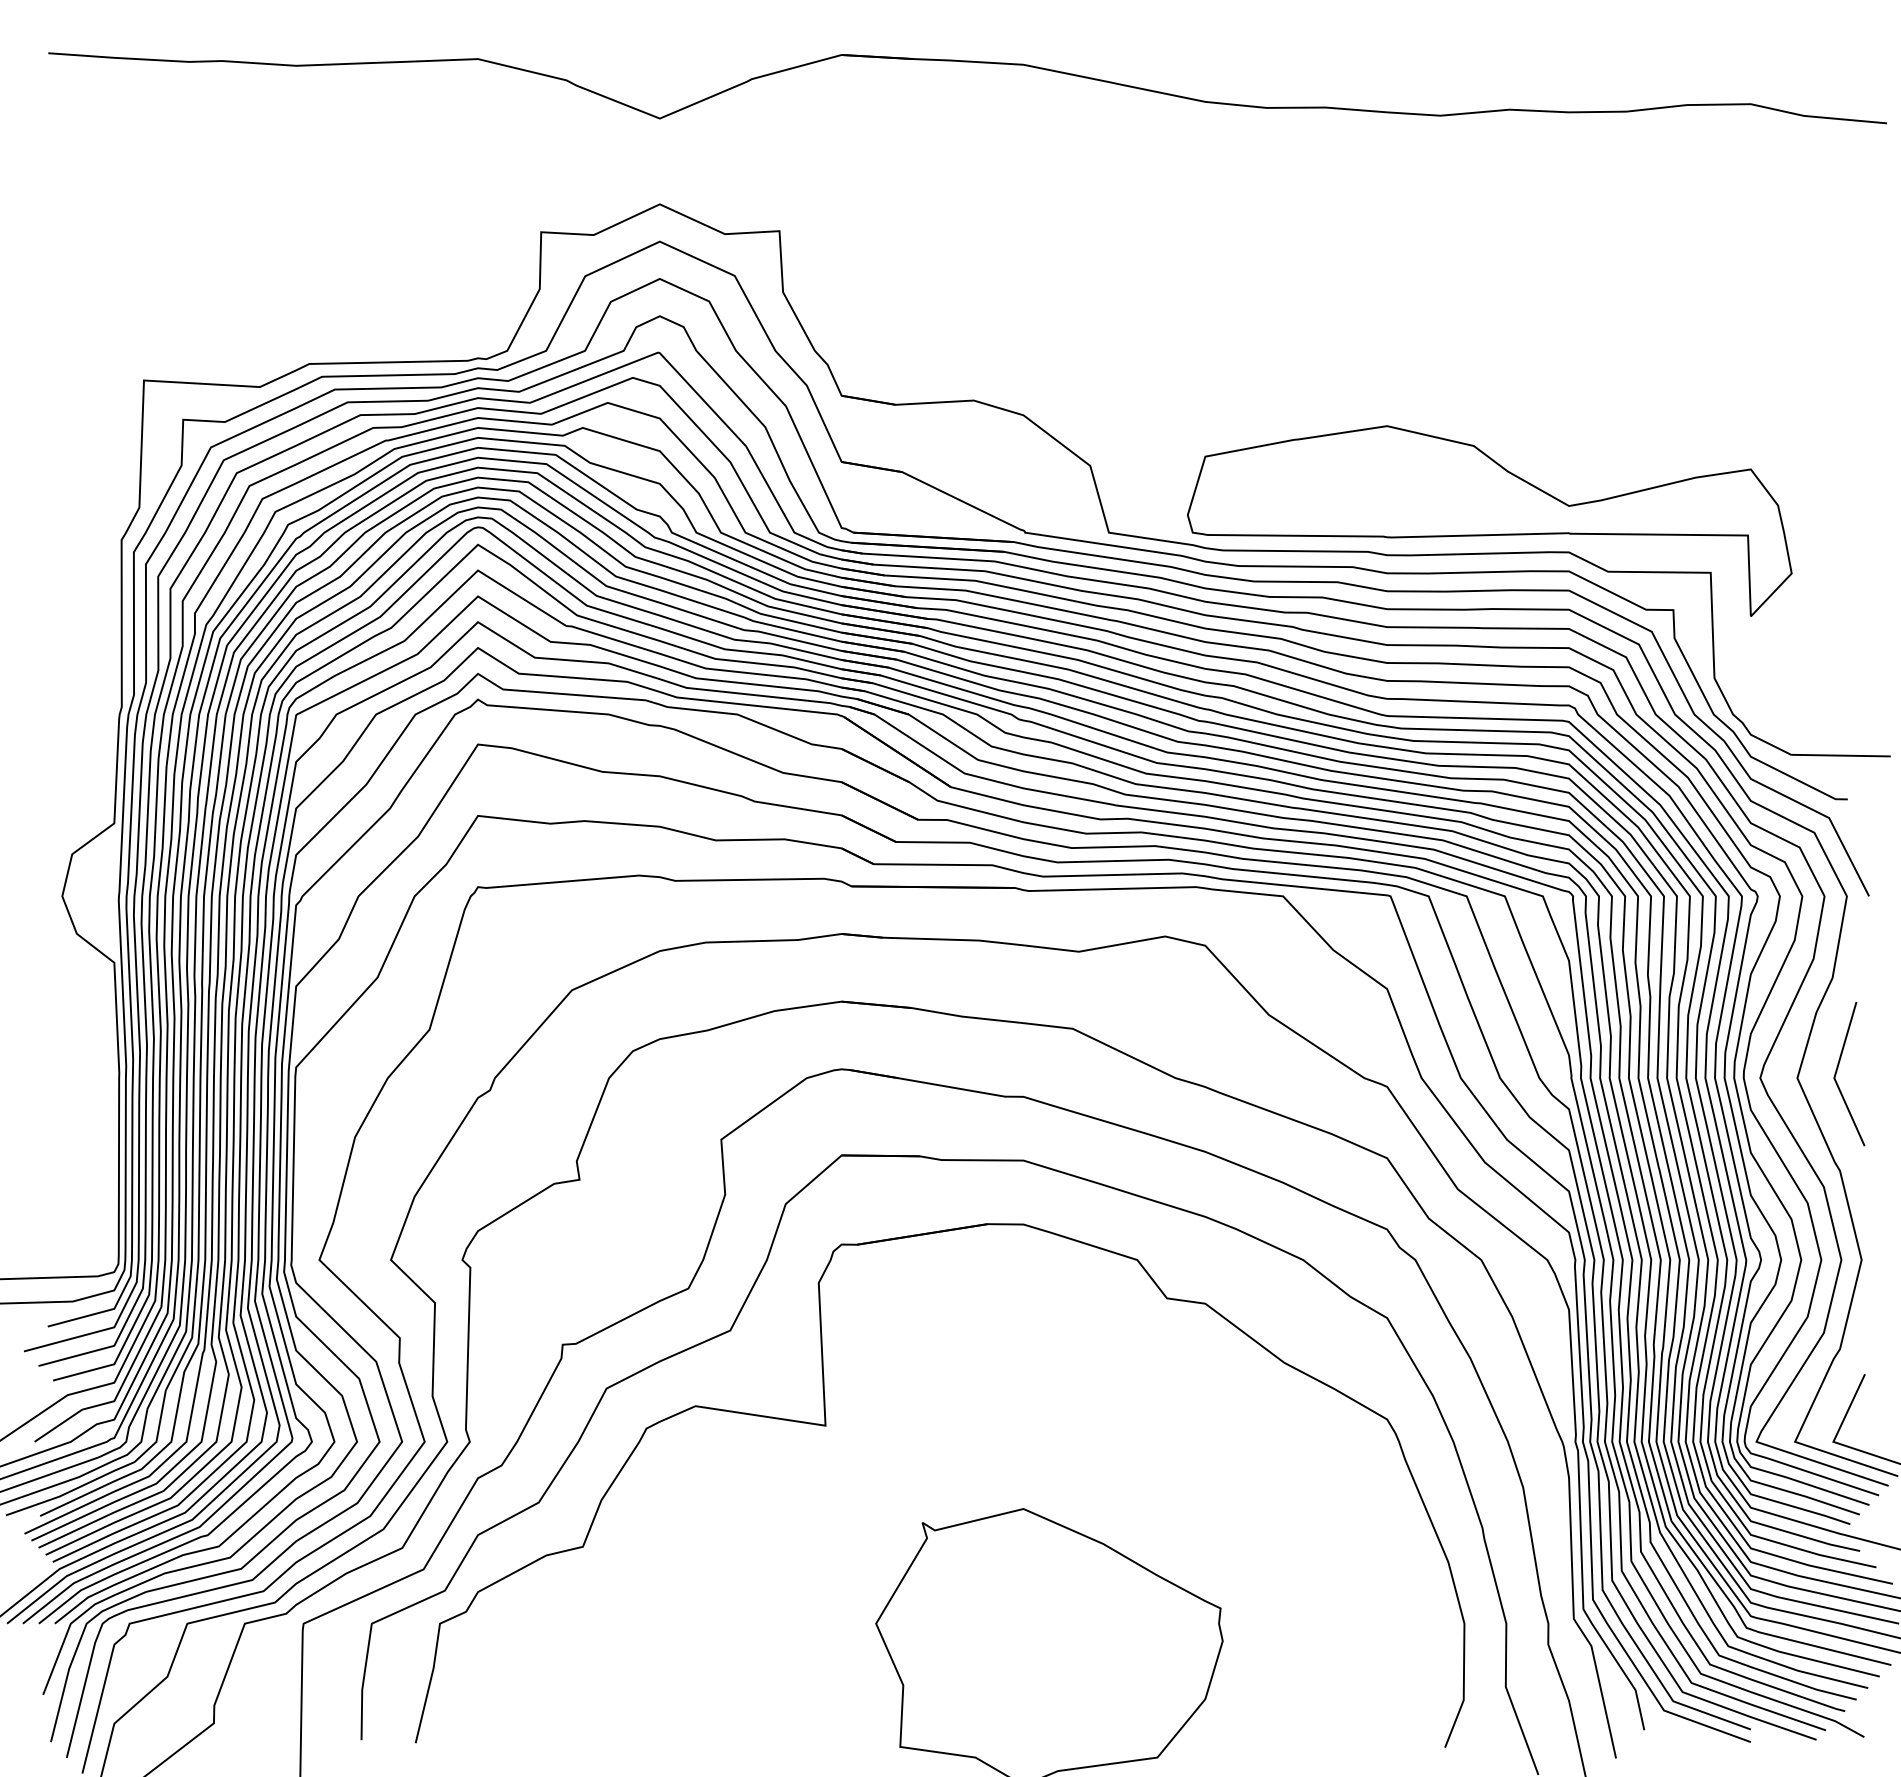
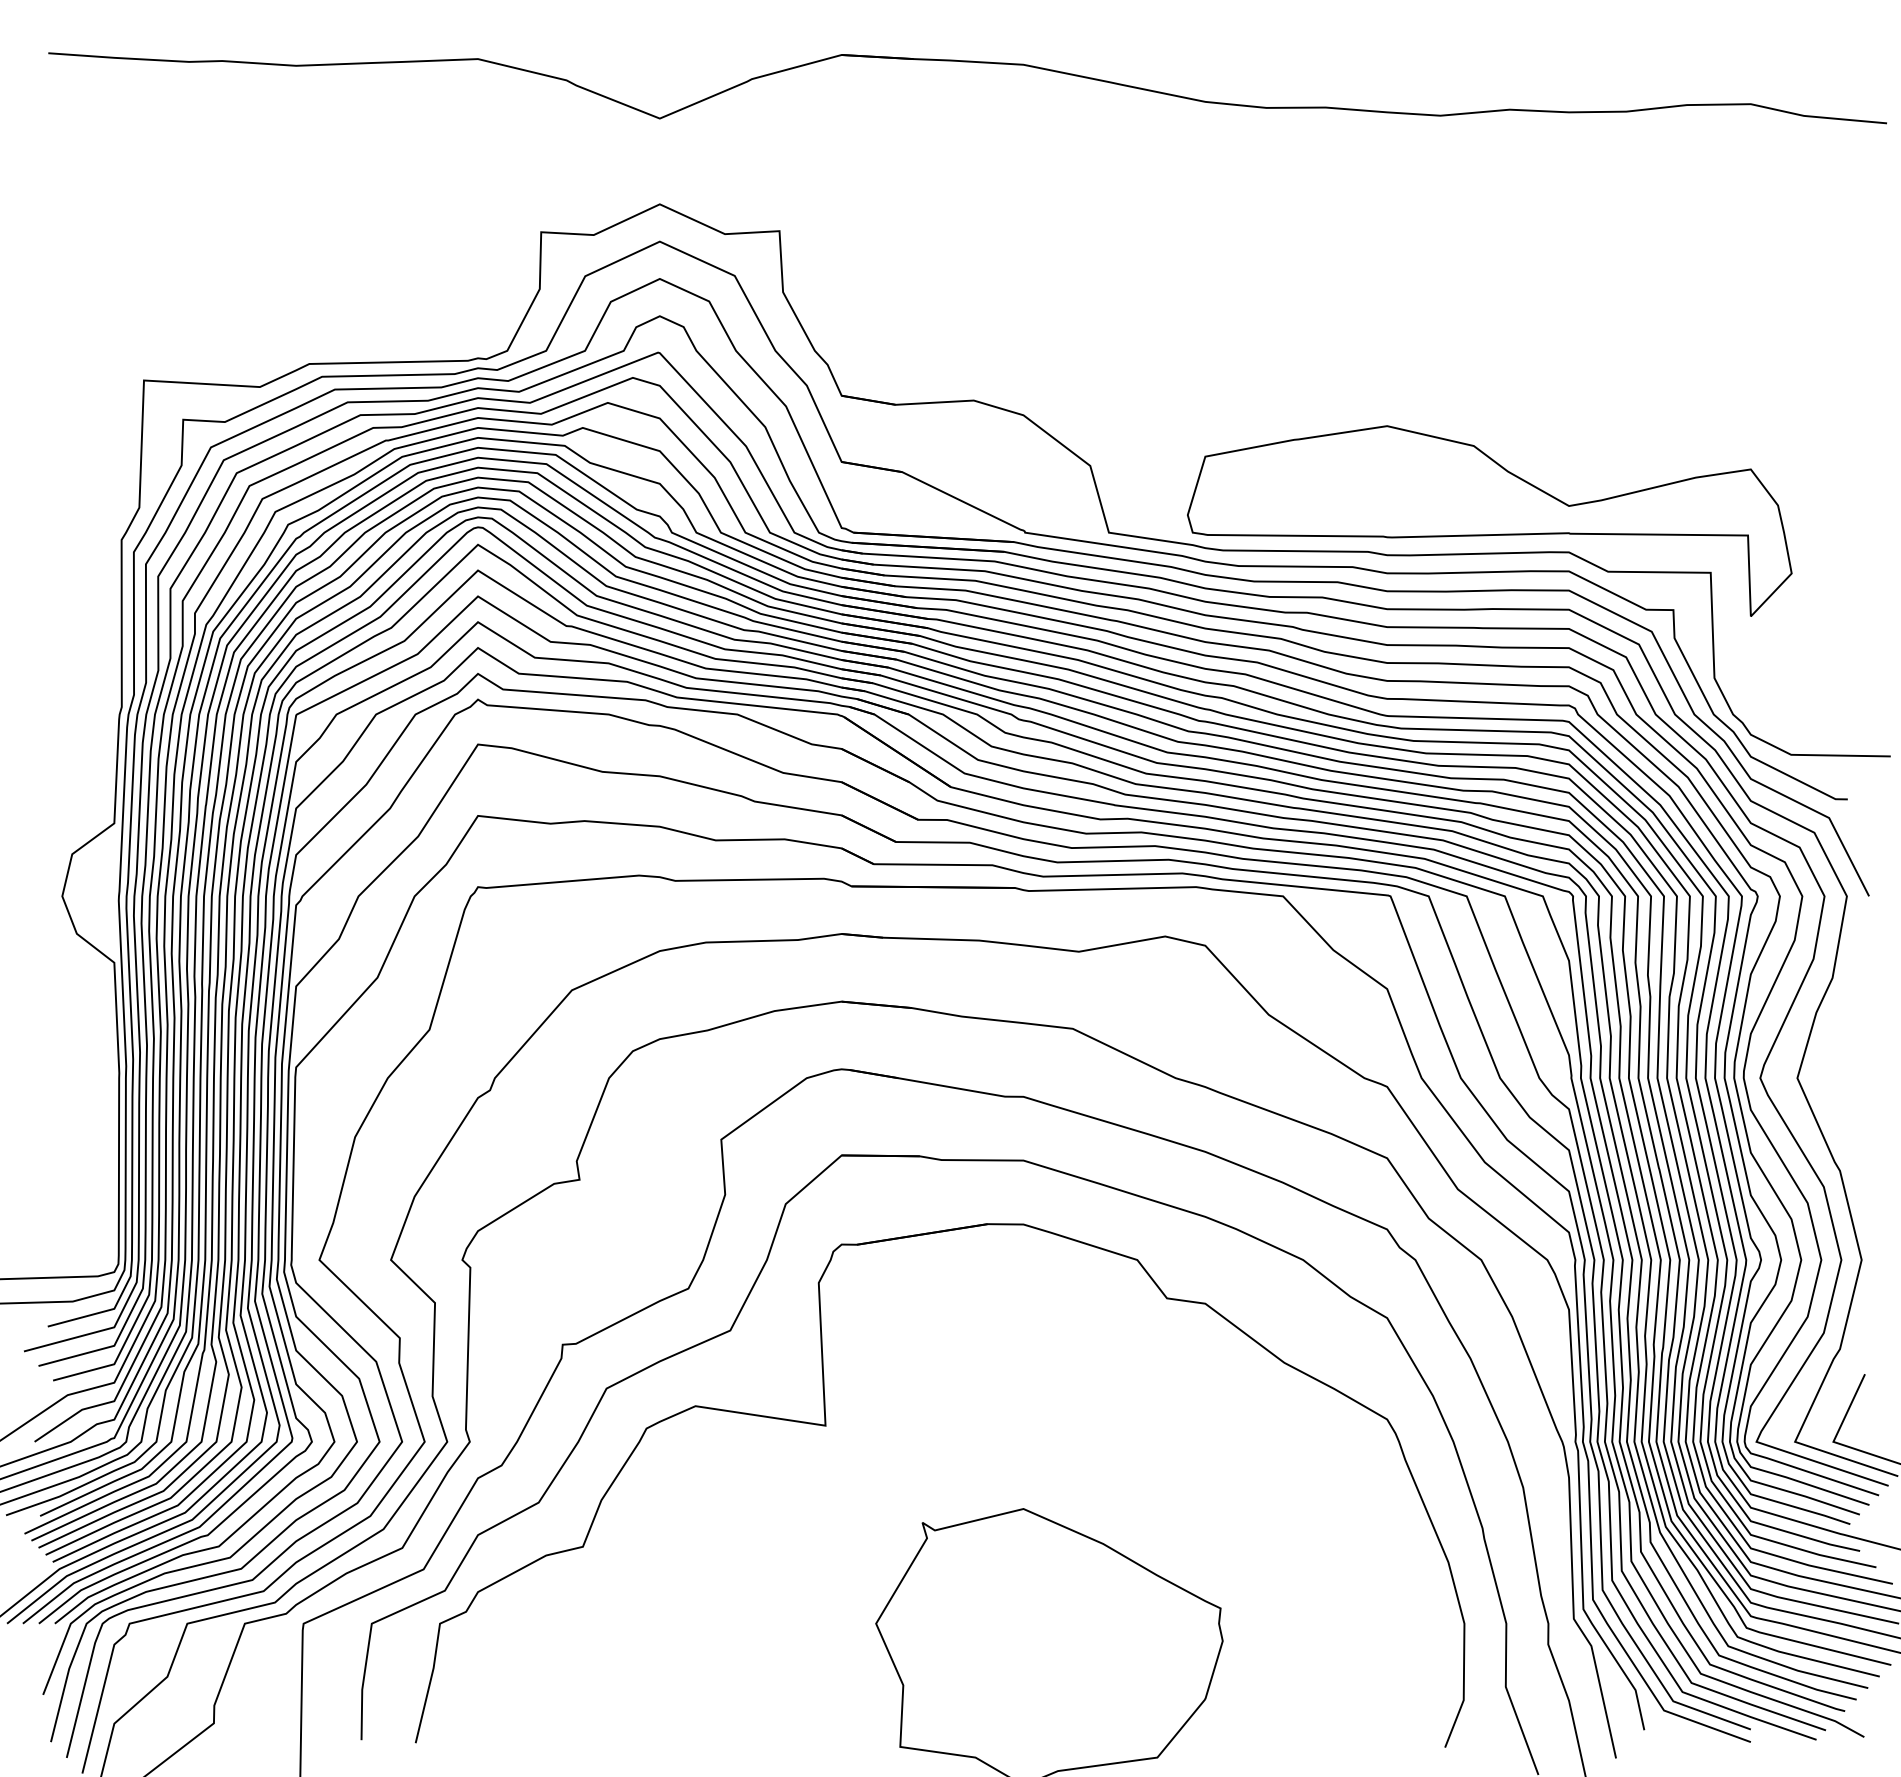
line at (1837, 1071): present -> none
